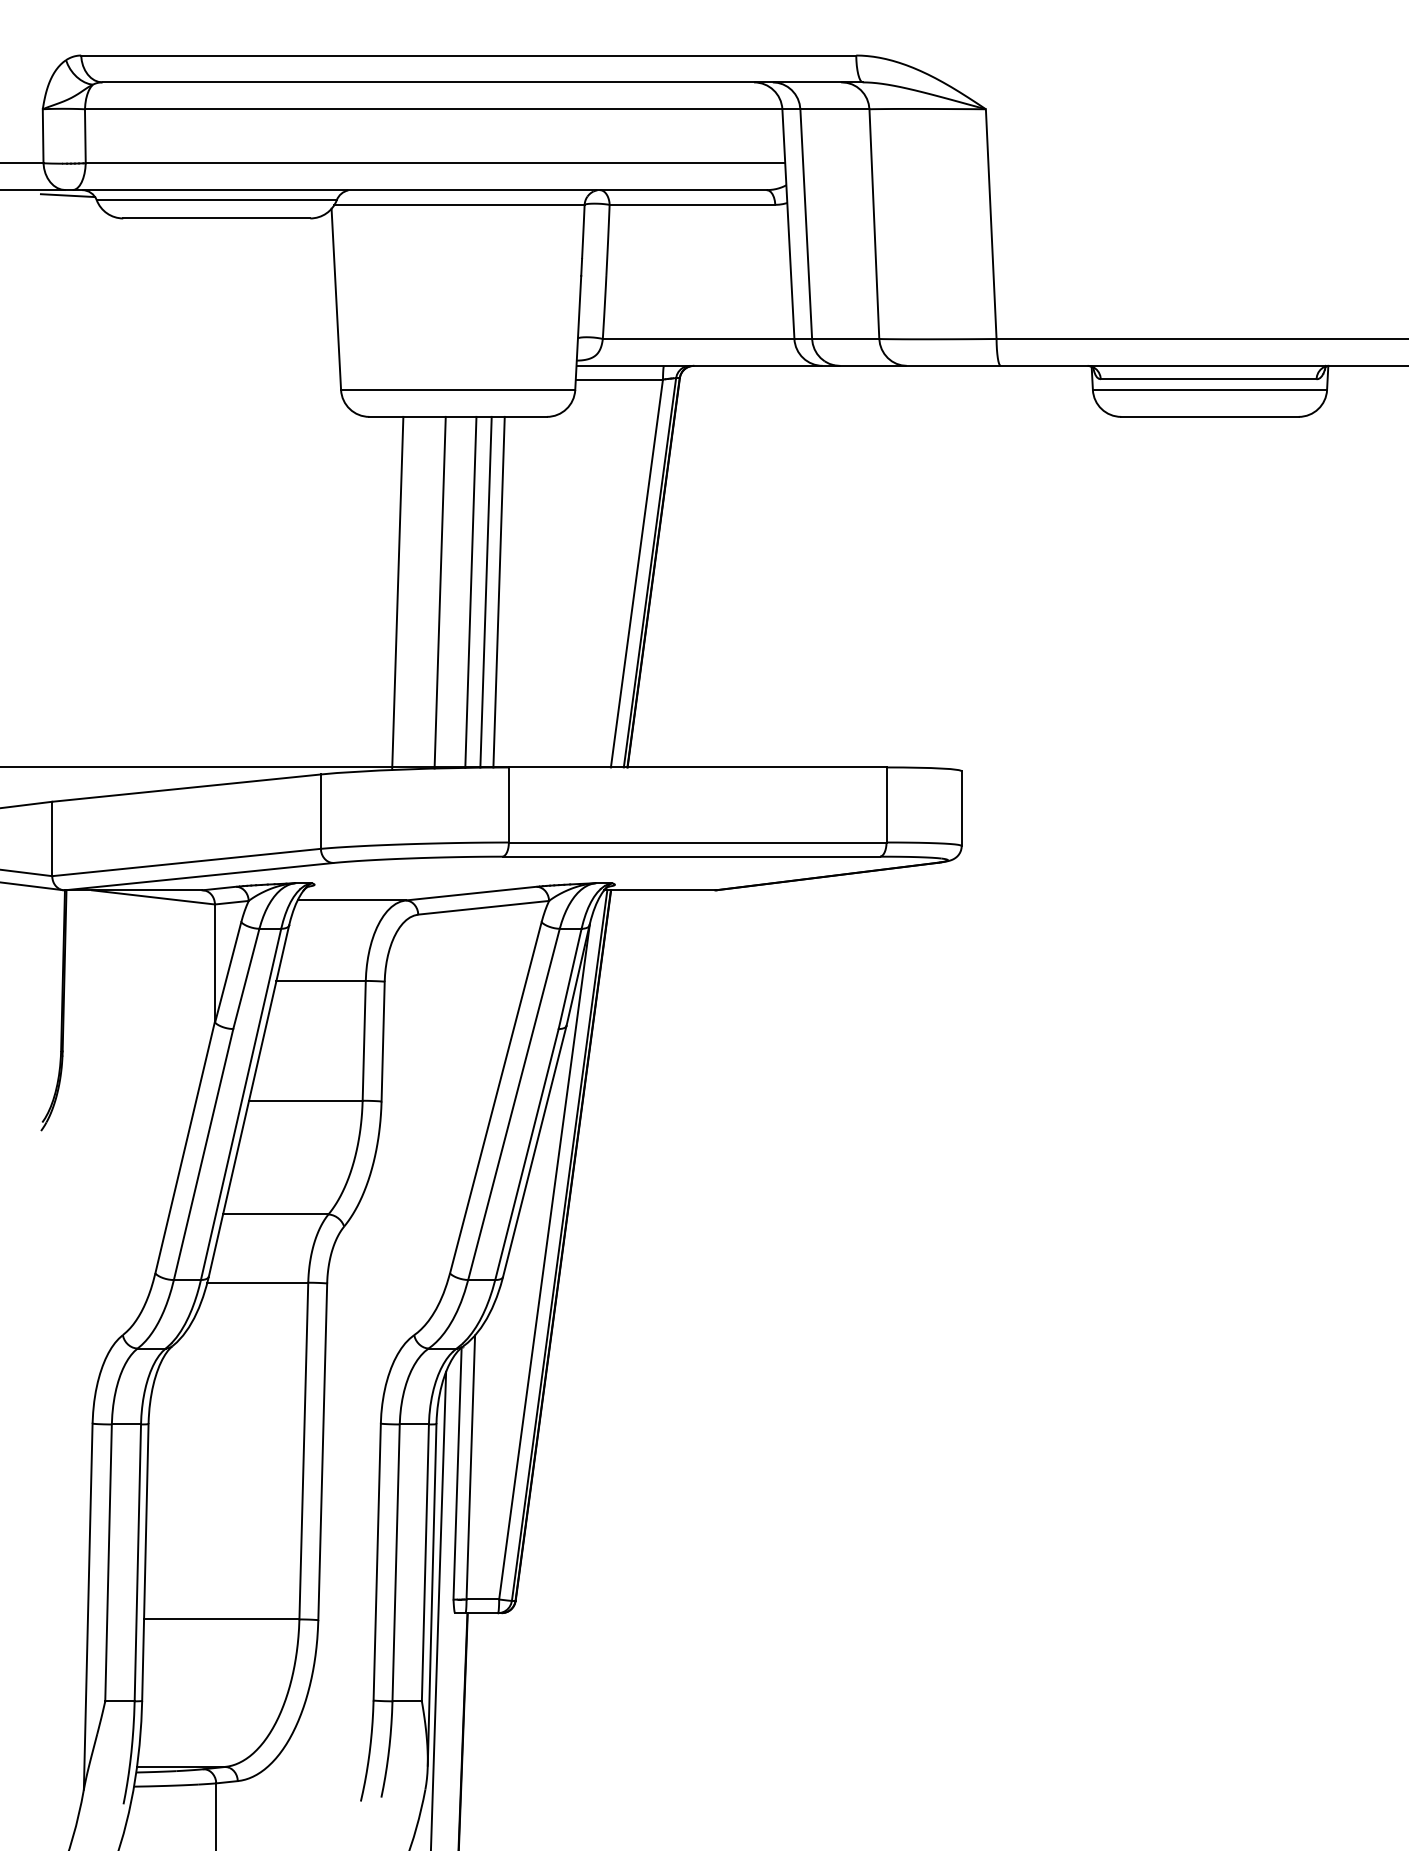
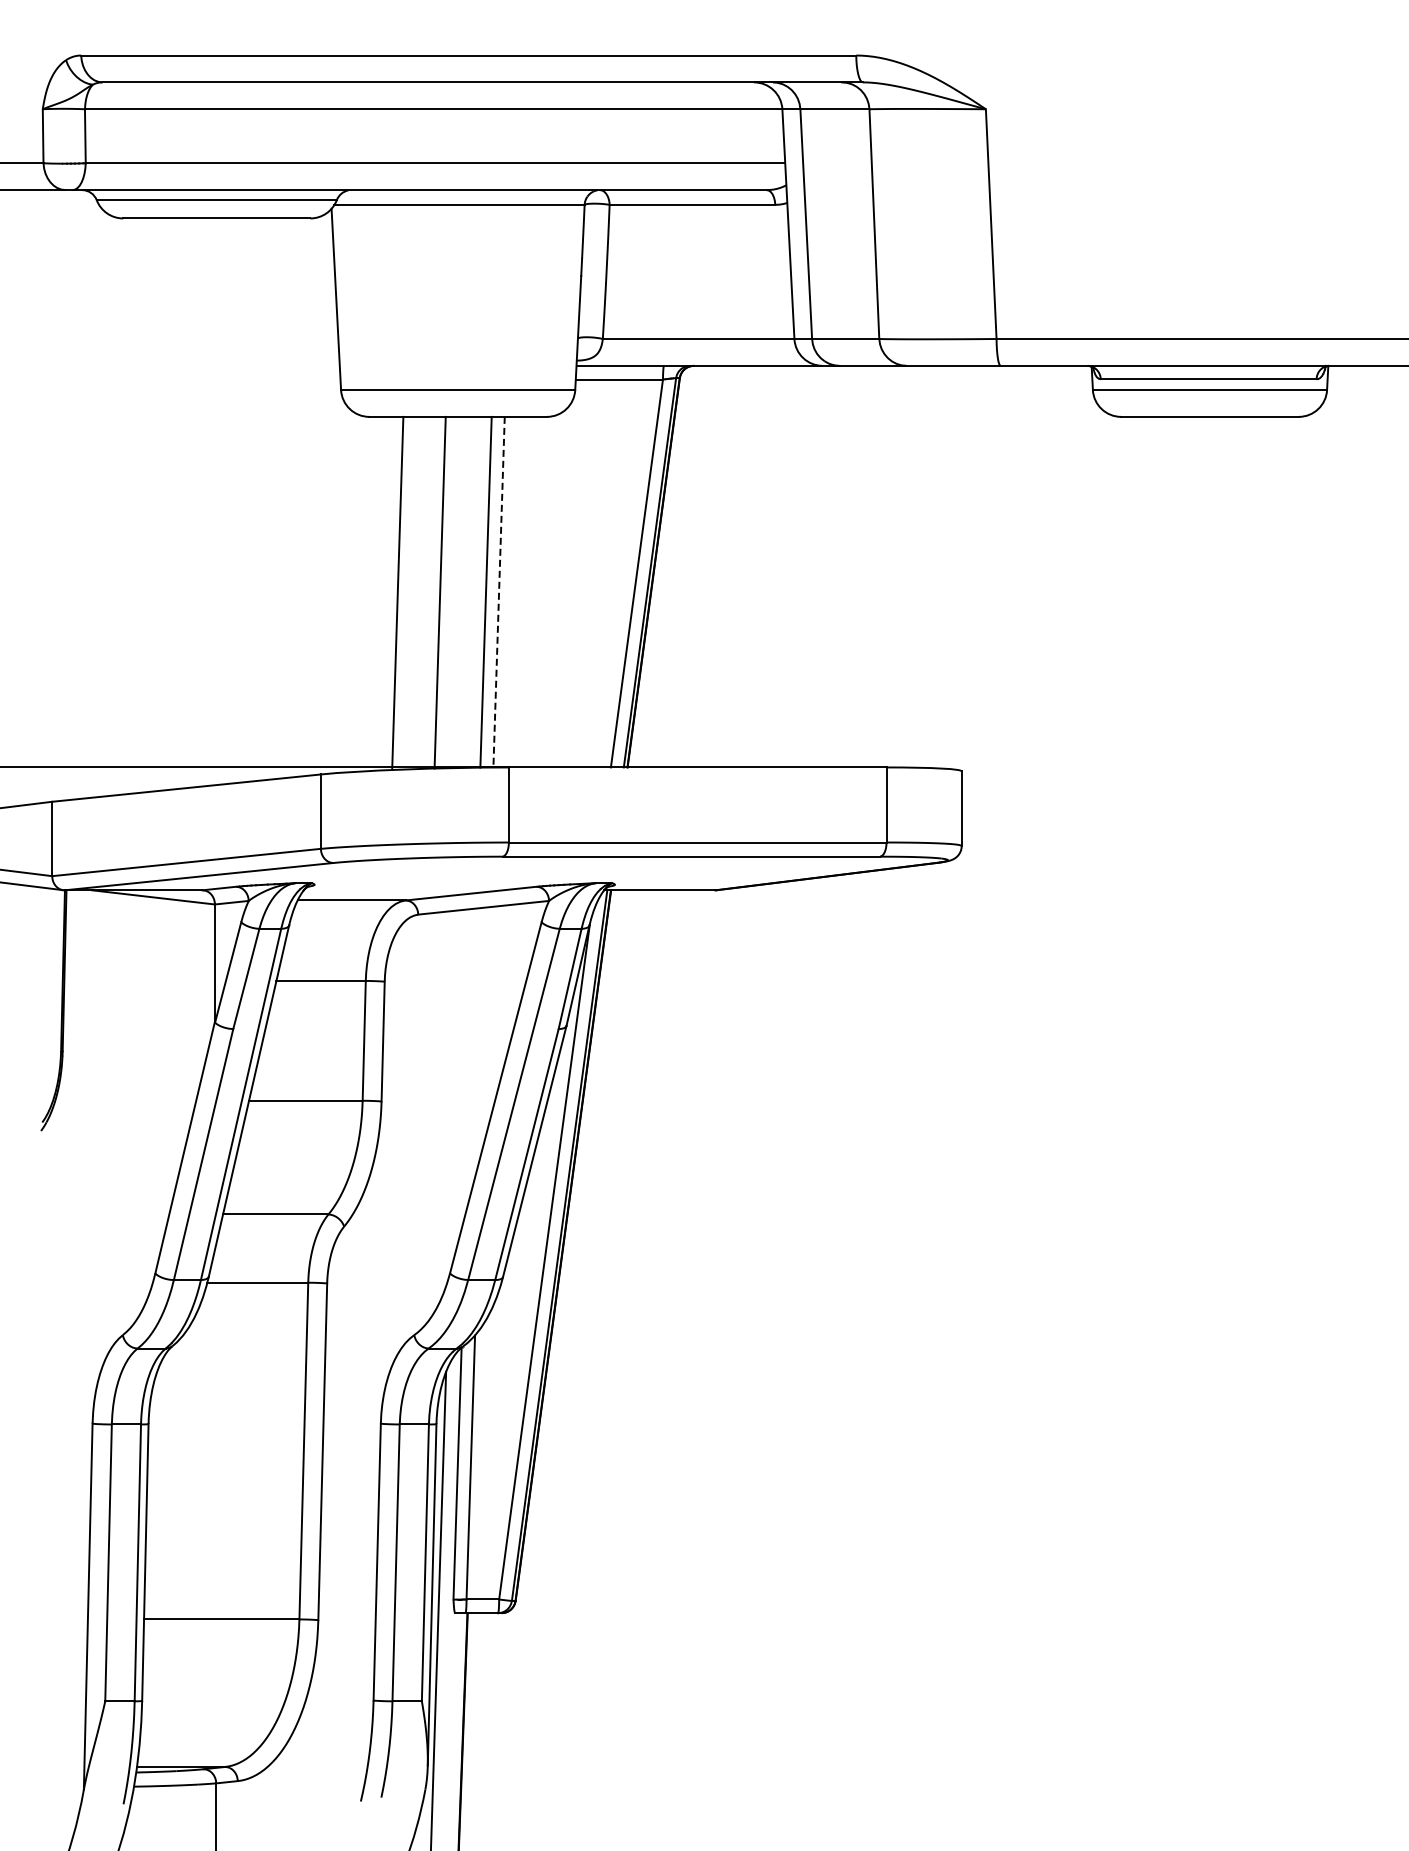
line at (67, 195): present -> none
line at (470, 591): present -> none
line at (499, 592): solid -> dashed
